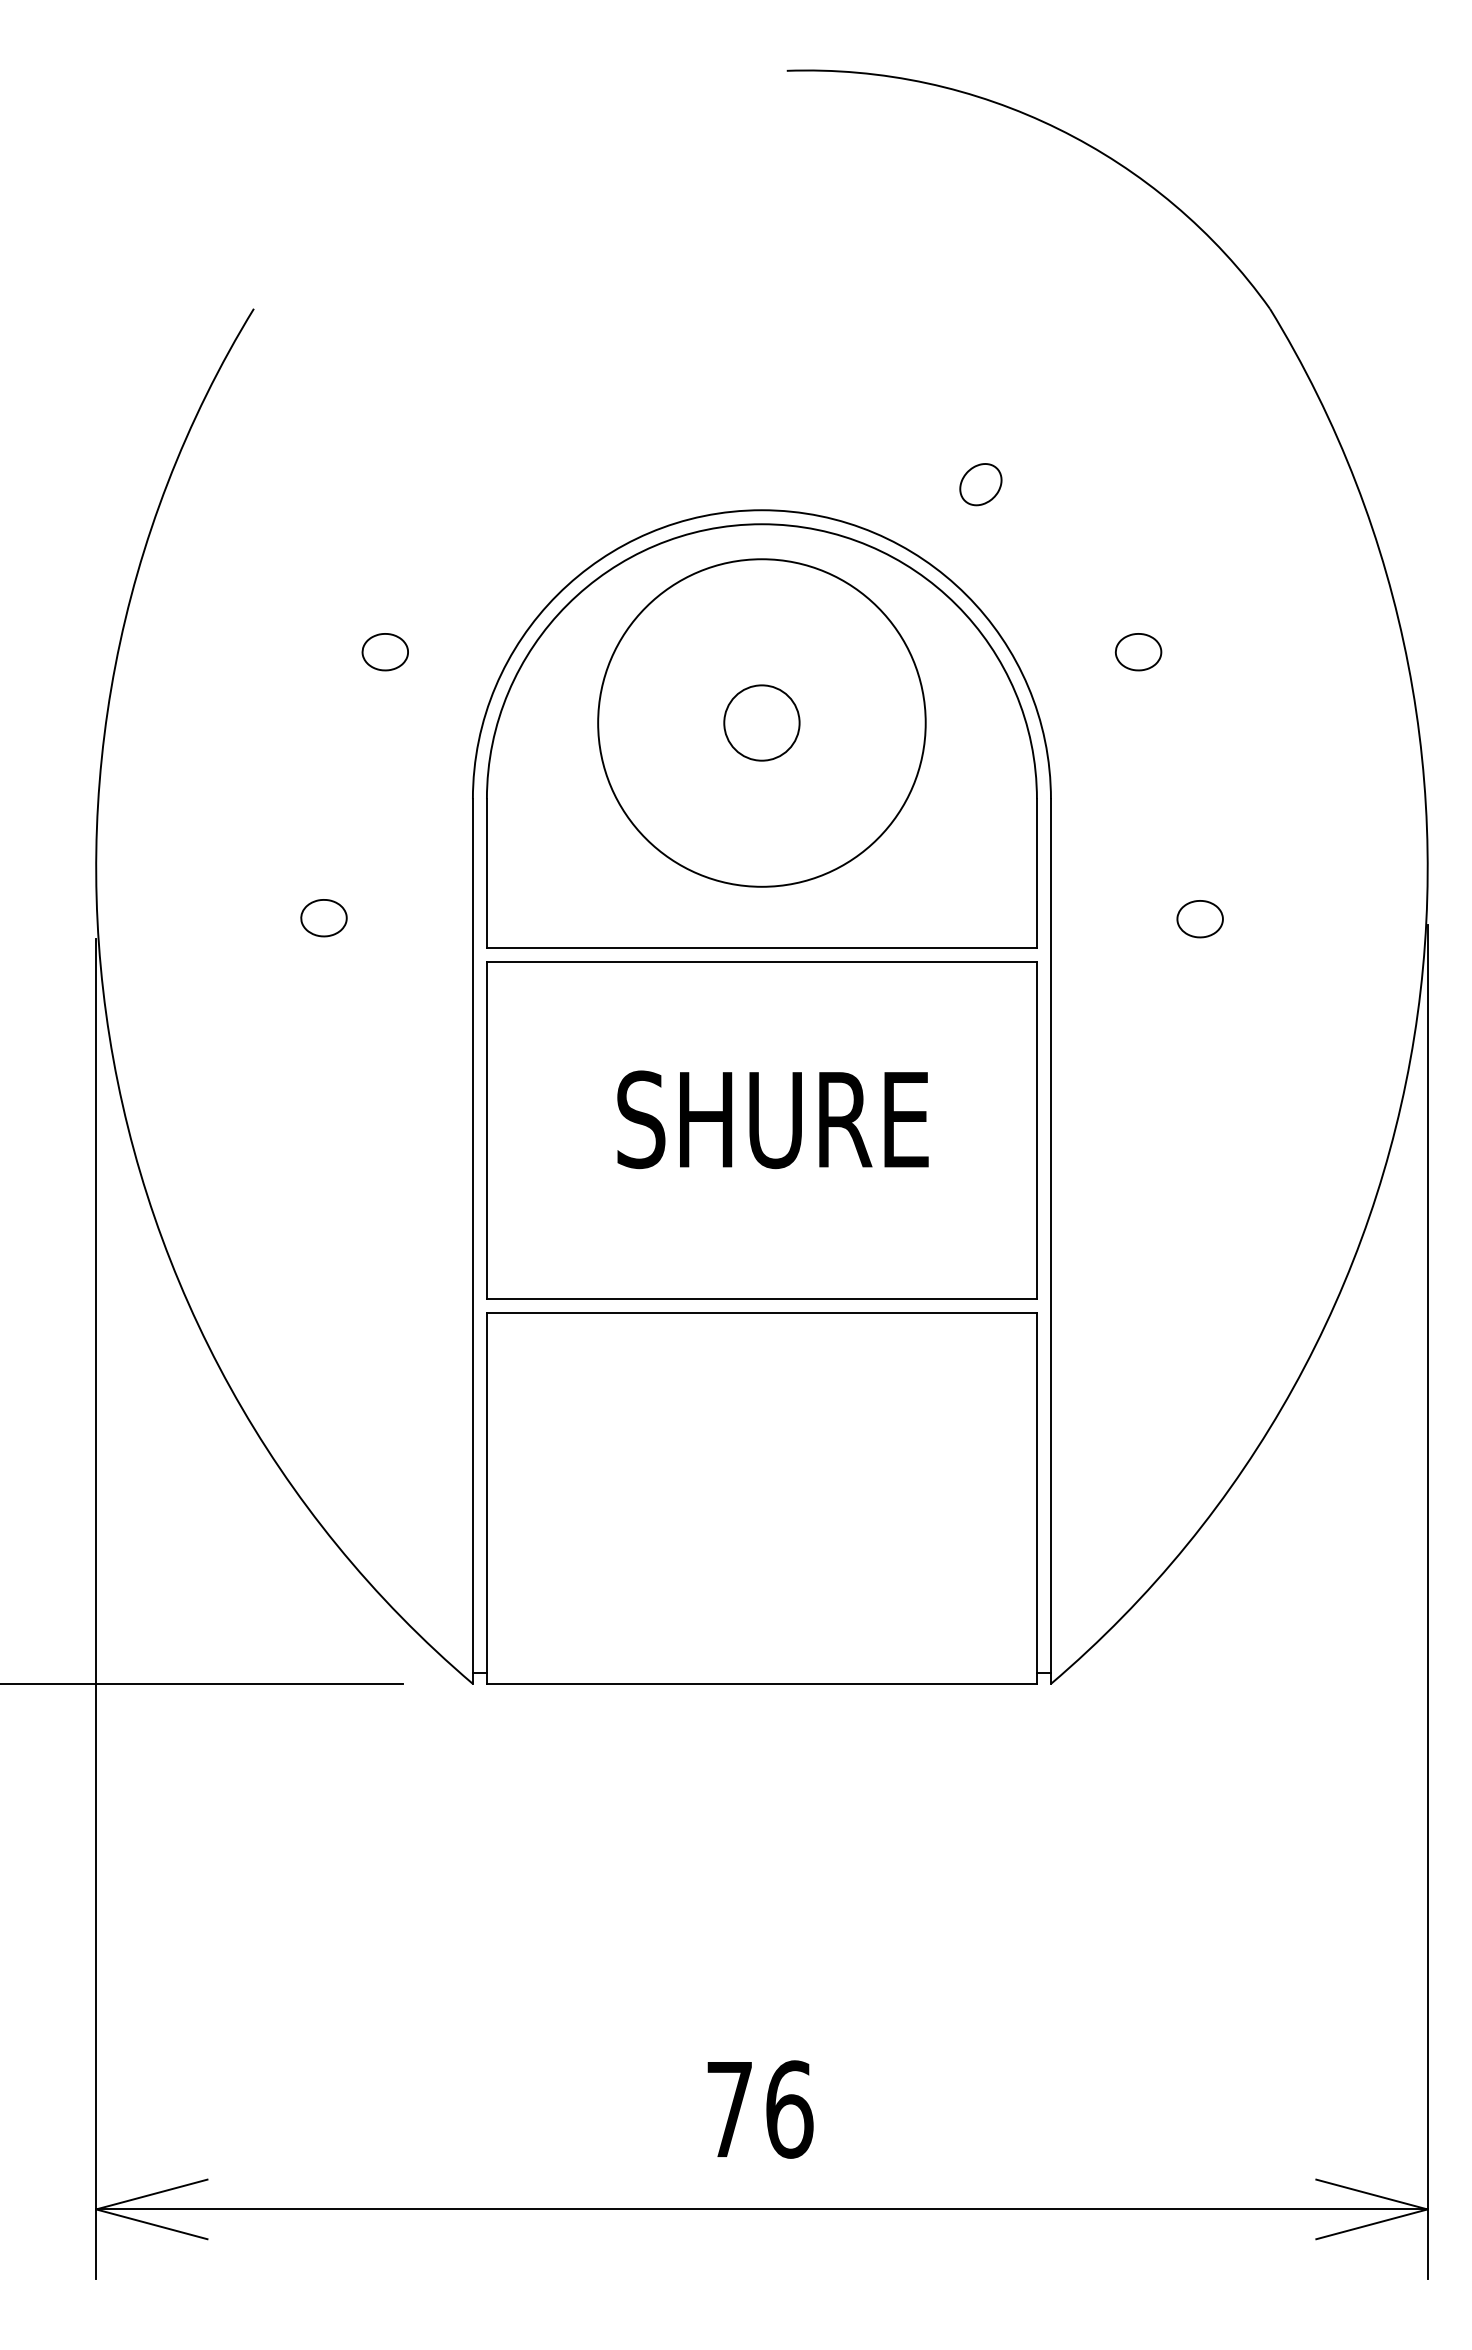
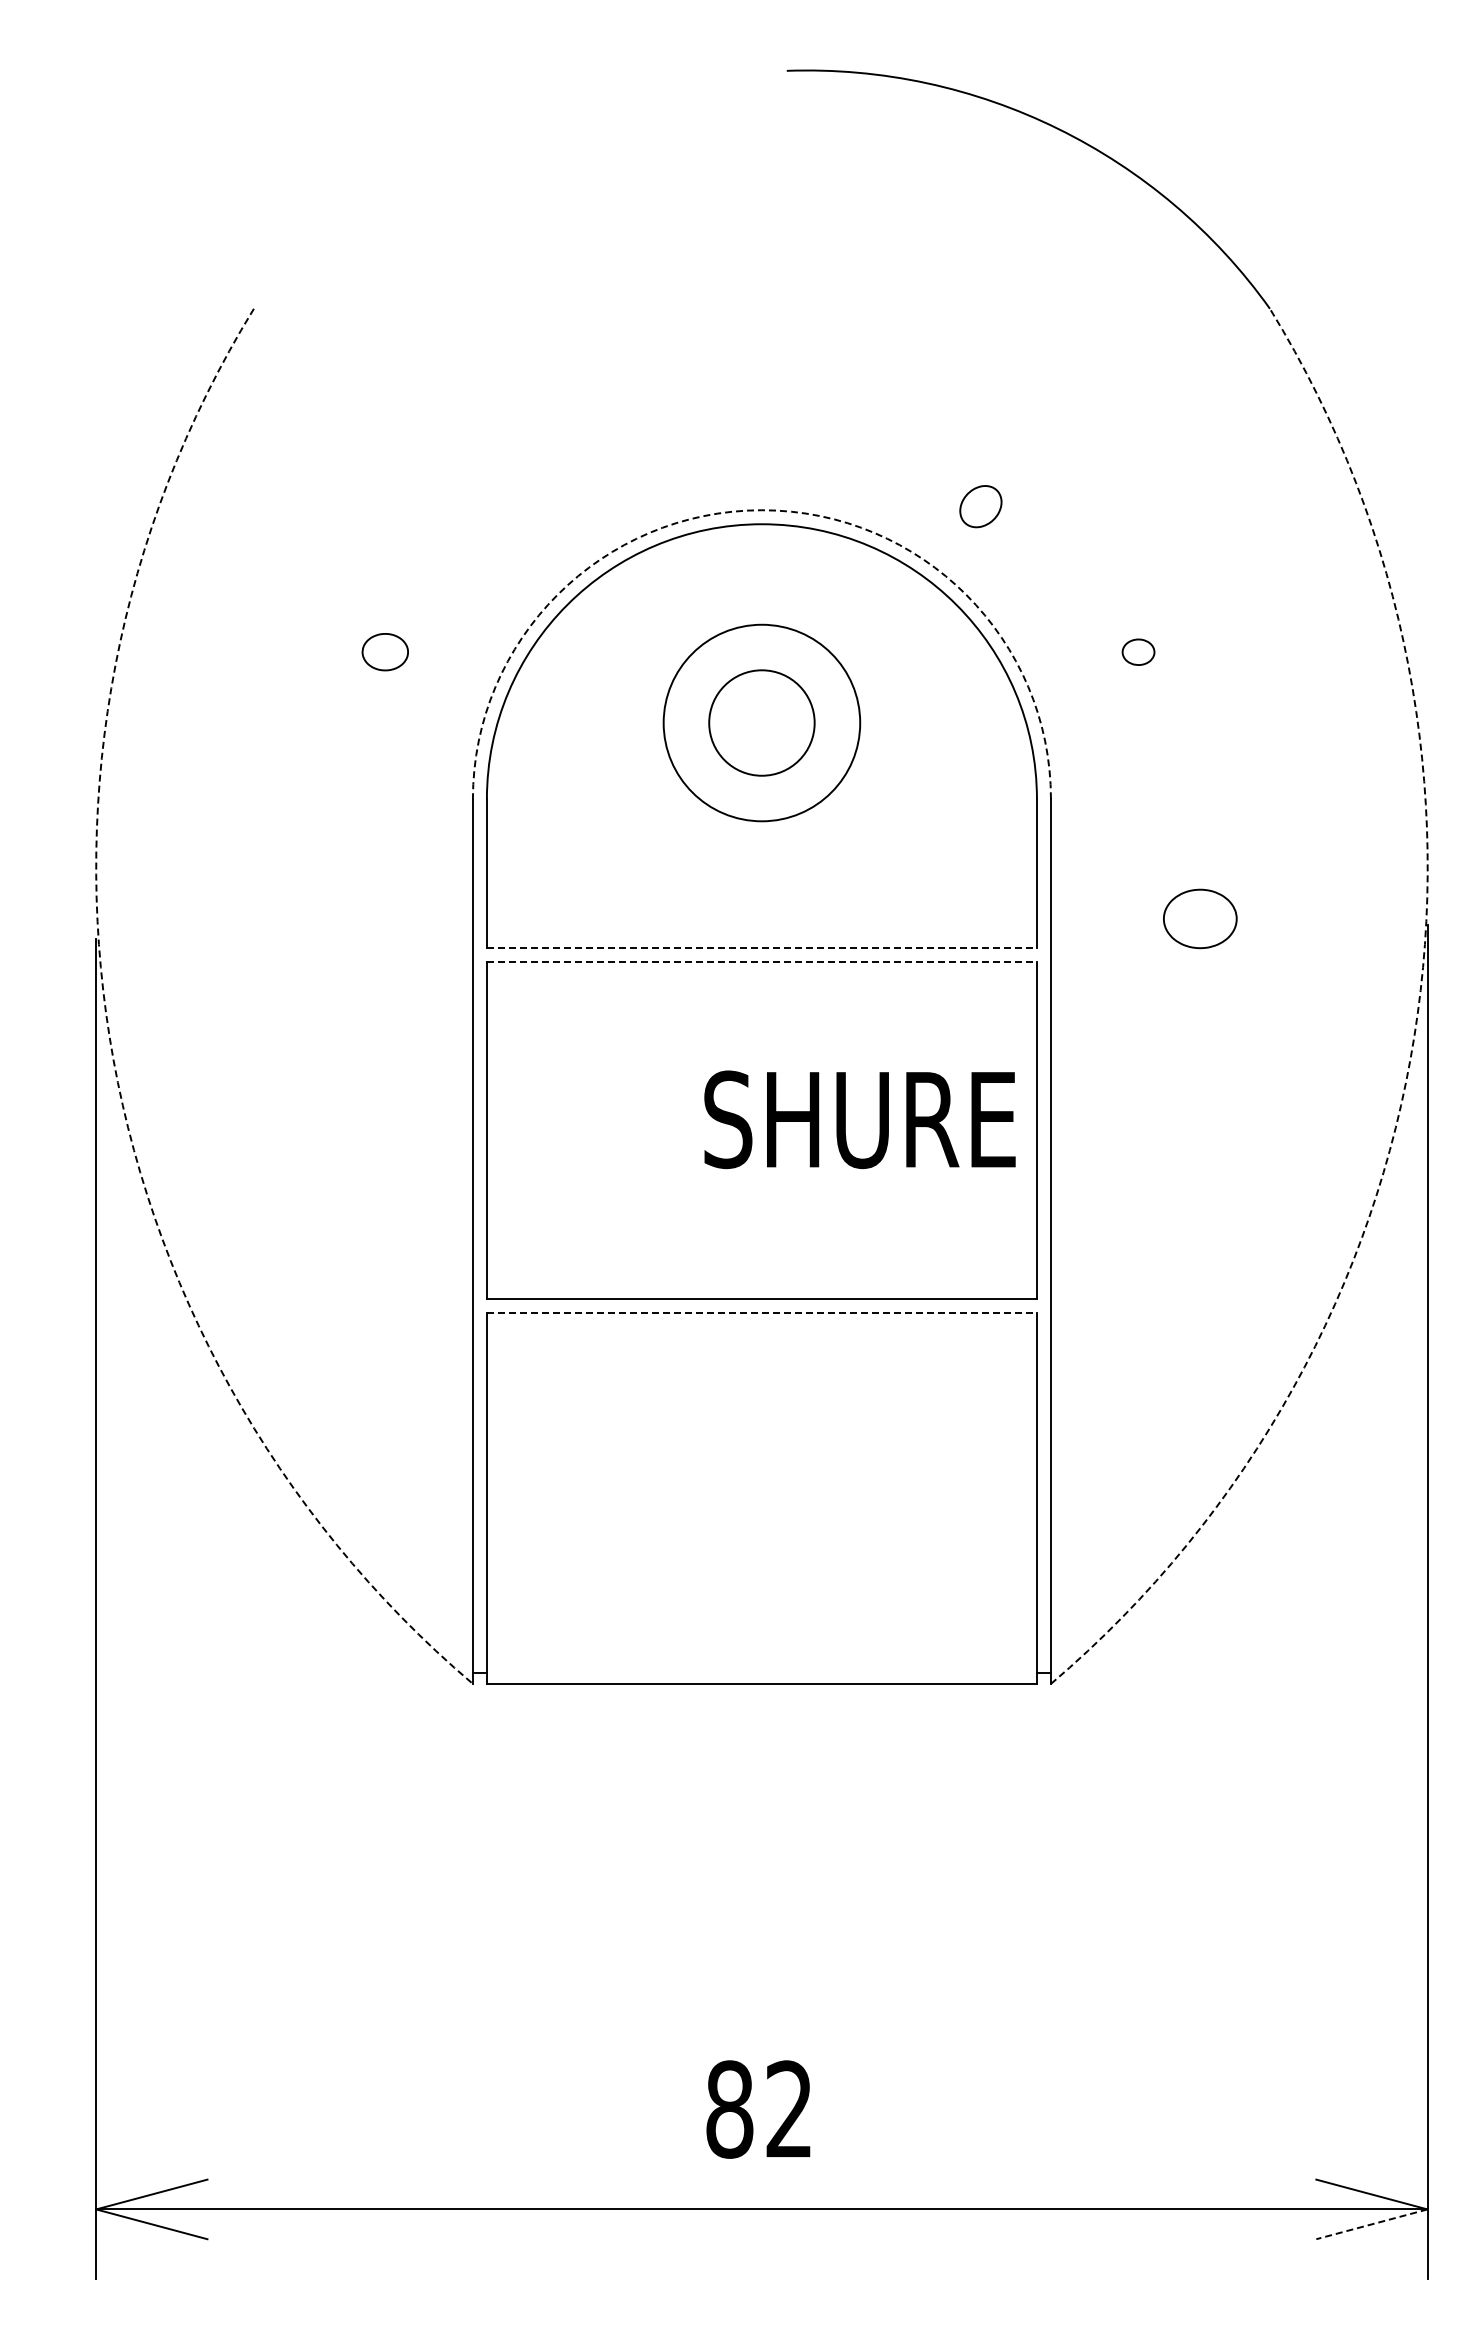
part at (980, 484) position: (980, 484) -> (980, 506)
arc at (761, 510): solid -> dashed
part at (1138, 652) size: 49x39 px -> 35x28 px
circle at (761, 722) diameter: 328 px -> 197 px
circle at (761, 722) diameter: 75 px -> 105 px
part at (323, 918): present -> none
part at (1199, 919) size: 48x39 px -> 75x62 px
line at (762, 948): solid -> dashed
line at (762, 962): solid -> dashed
arc at (109, 1036): solid -> dashed
arc at (1414, 1036): solid -> dashed
text at (772, 1119) position: (772, 1119) -> (859, 1119)
line at (762, 1312): solid -> dashed
line at (202, 1683): present -> none
text at (759, 2109): 76 -> 82
line at (1371, 2224): solid -> dashed
